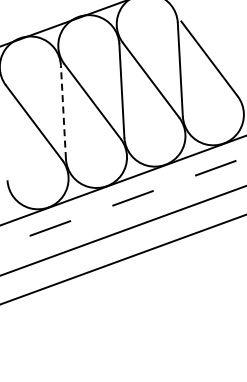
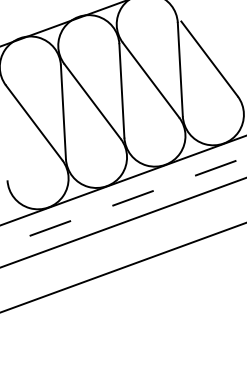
line at (63, 112): dashed -> solid
line at (122, 230) position: (122, 230) -> (122, 222)
line at (122, 259) position: (122, 259) -> (122, 267)
